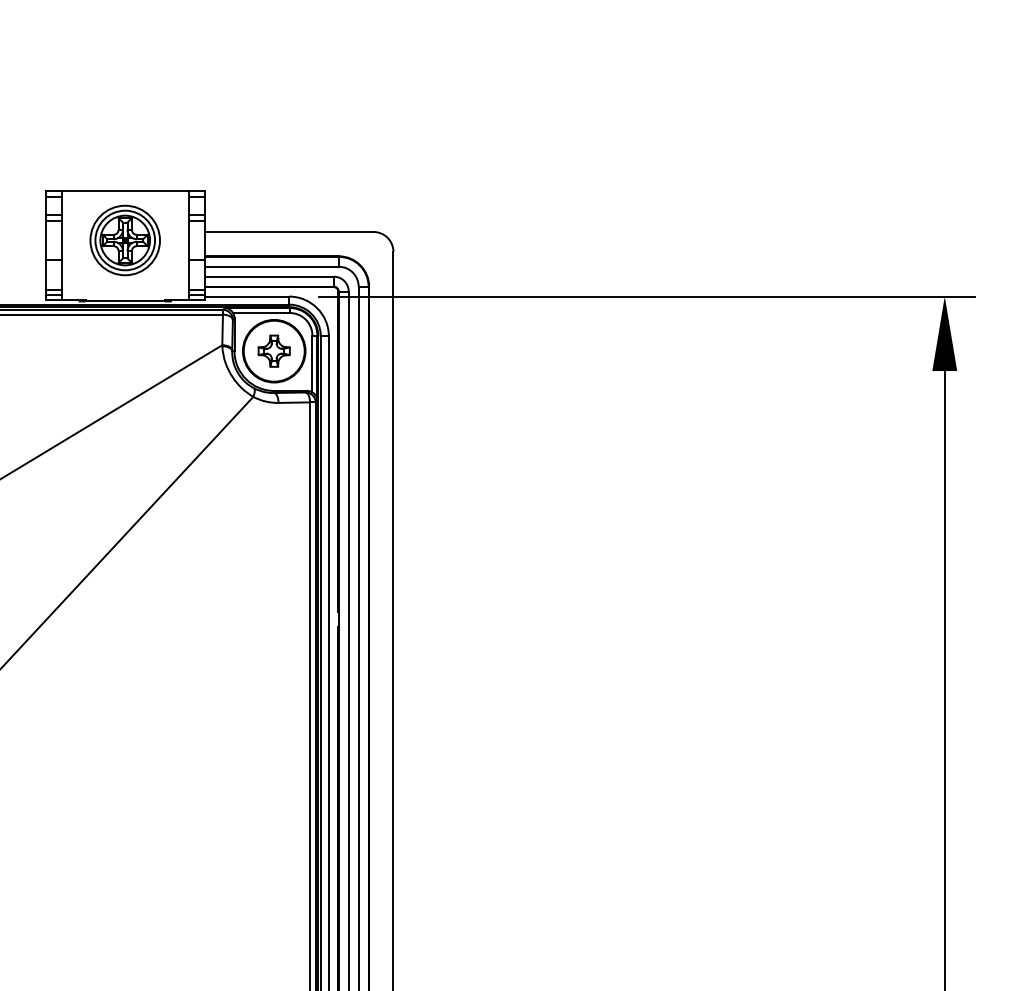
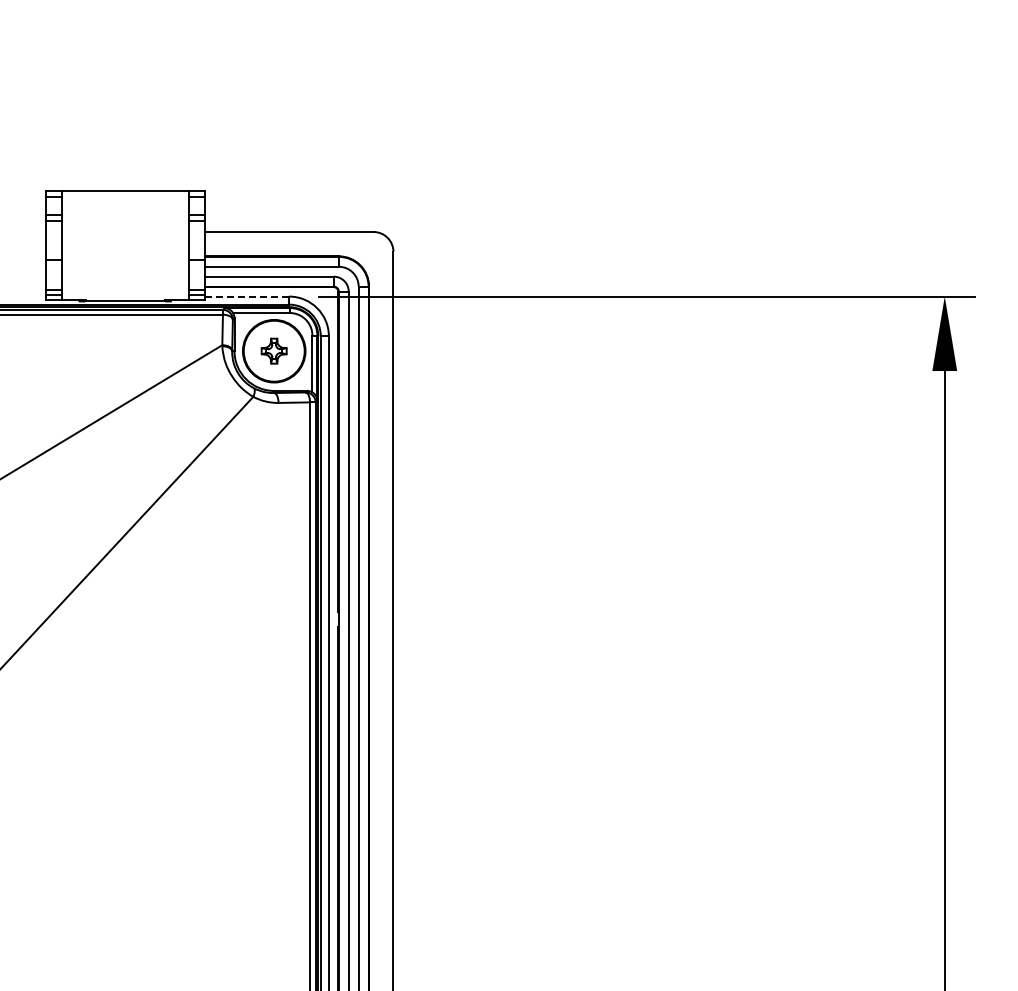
part at (124, 240): present -> none
line at (247, 296): solid -> dashed
part at (273, 350) size: 34x34 px -> 28x28 px
